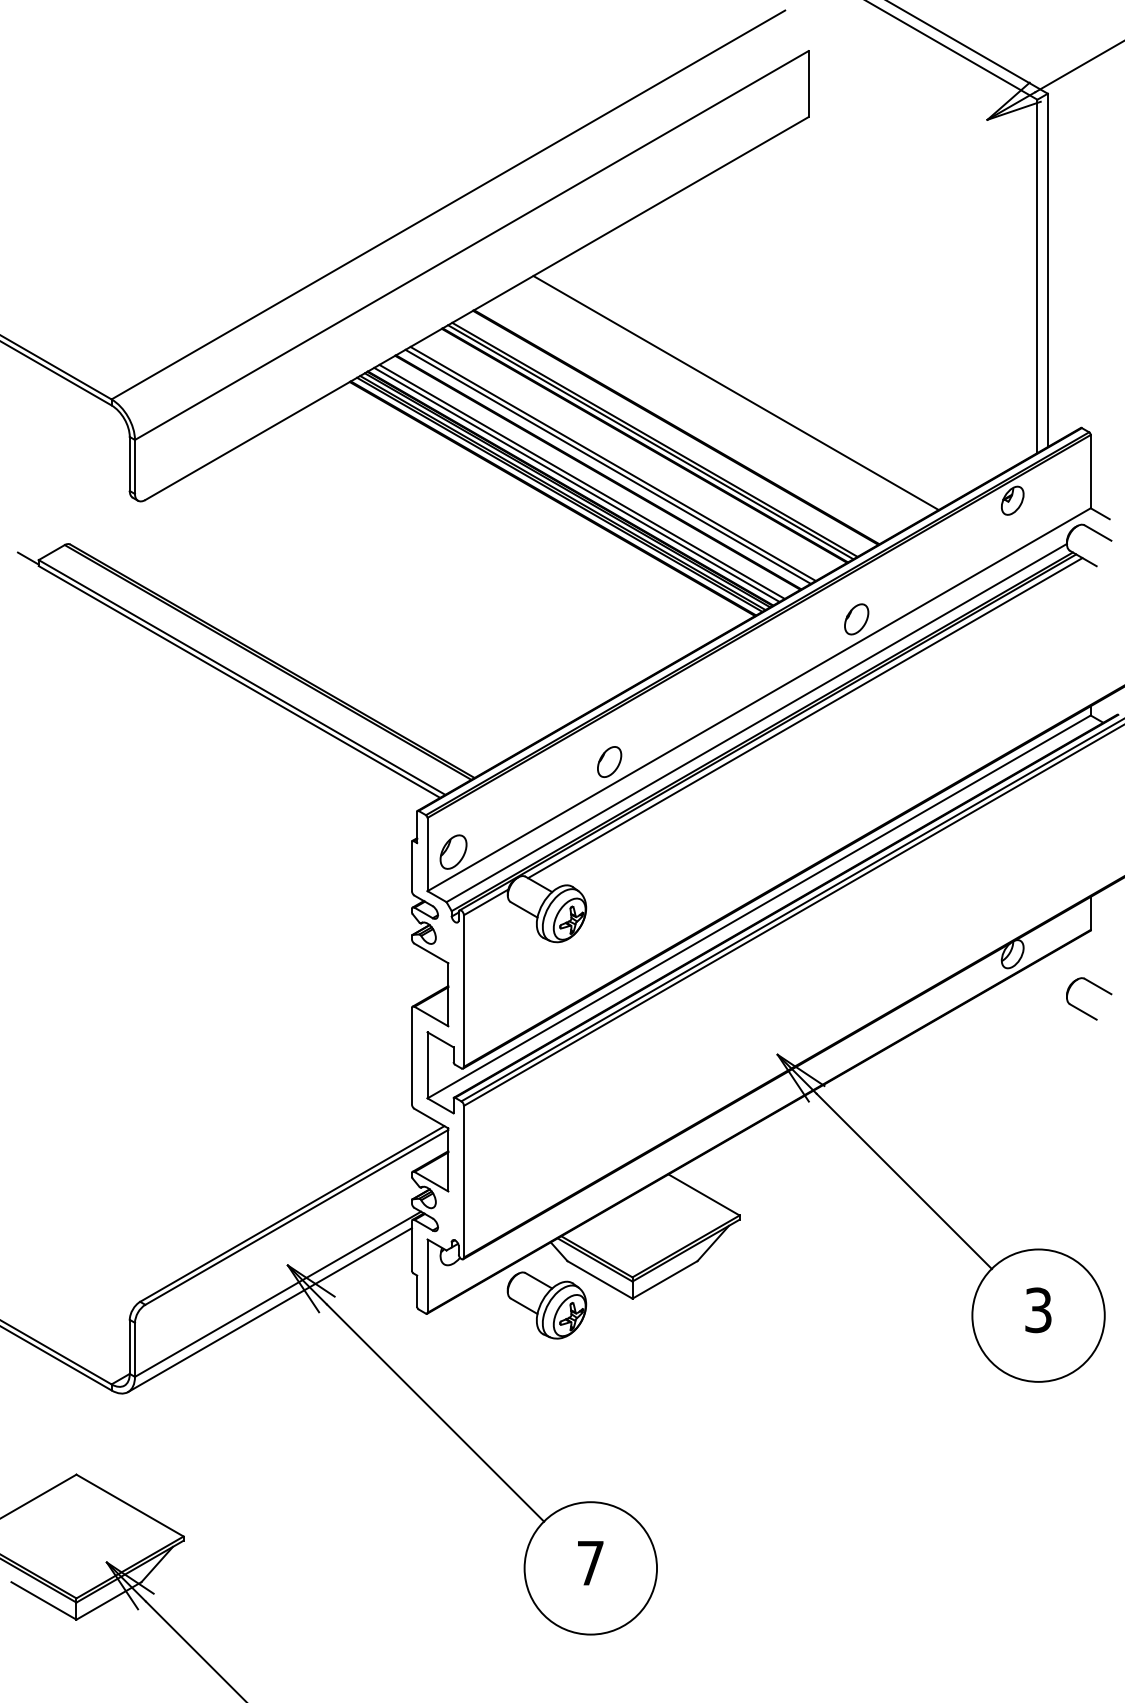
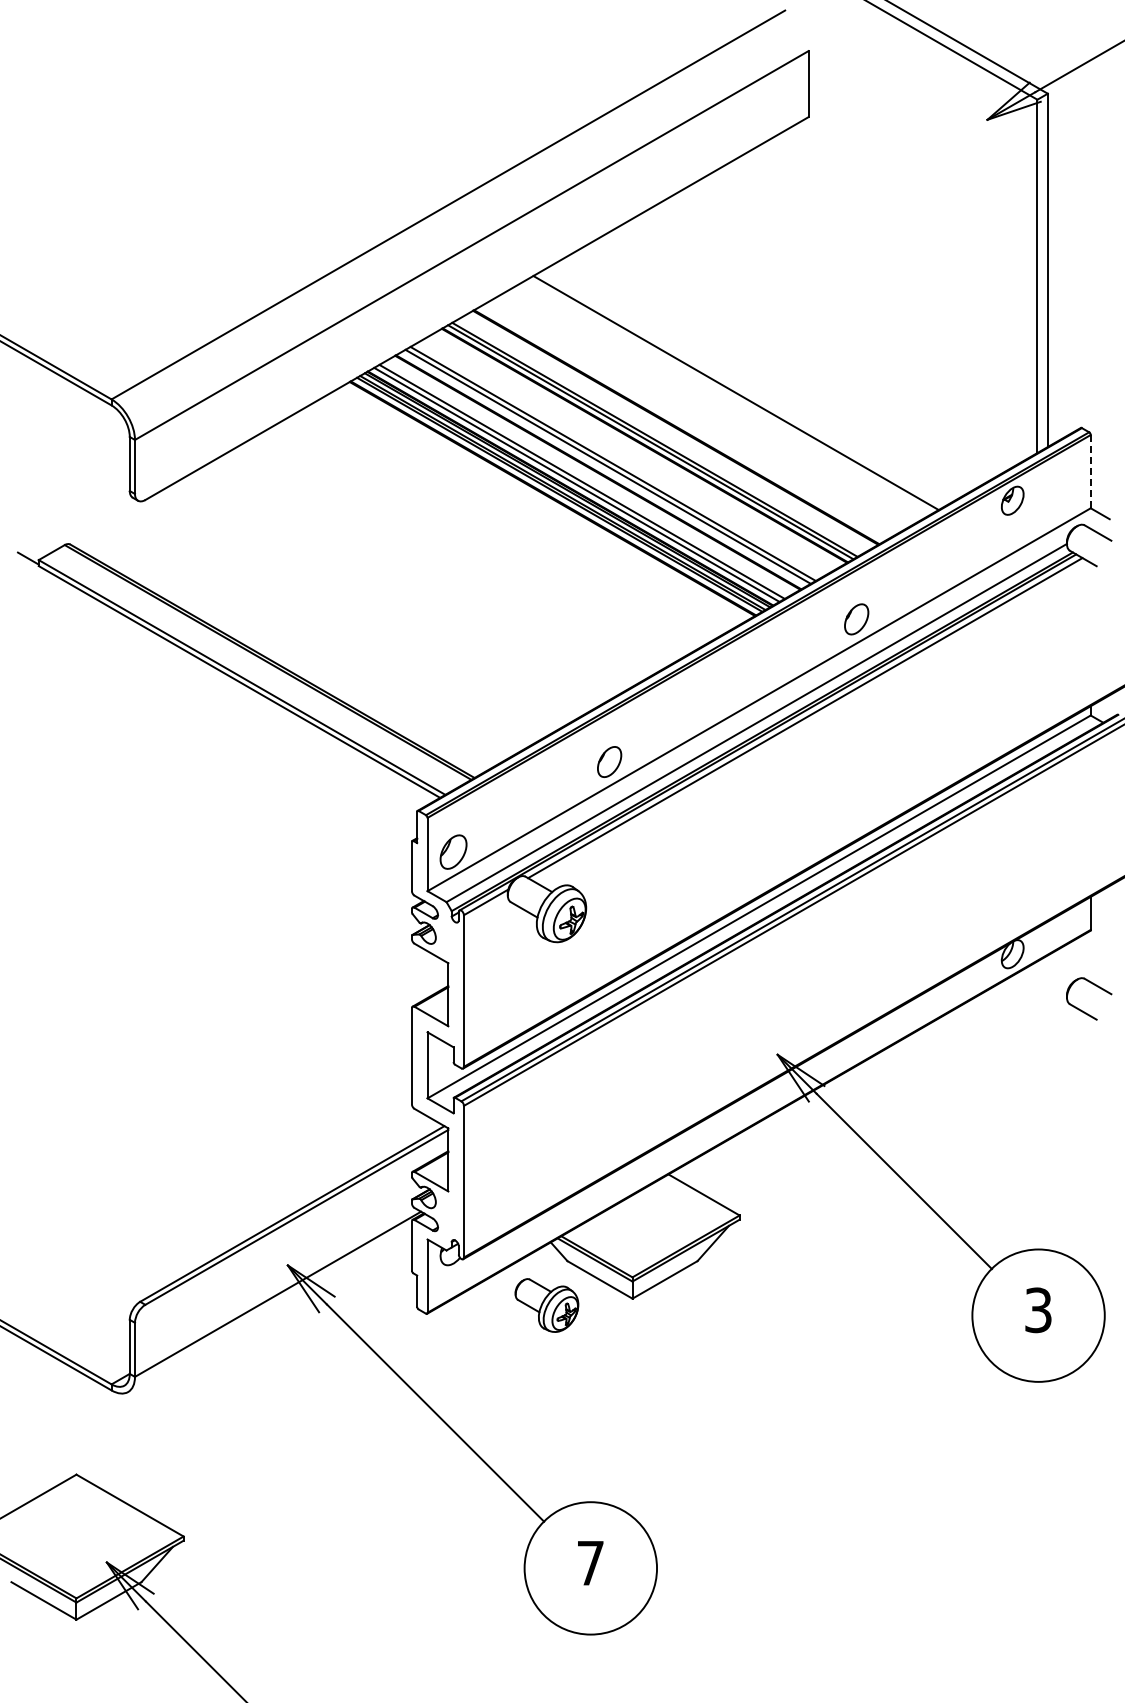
line at (1090, 471): solid -> dashed
part at (546, 1305) size: 82x69 px -> 66x55 px
line at (269, 1310): present -> none
